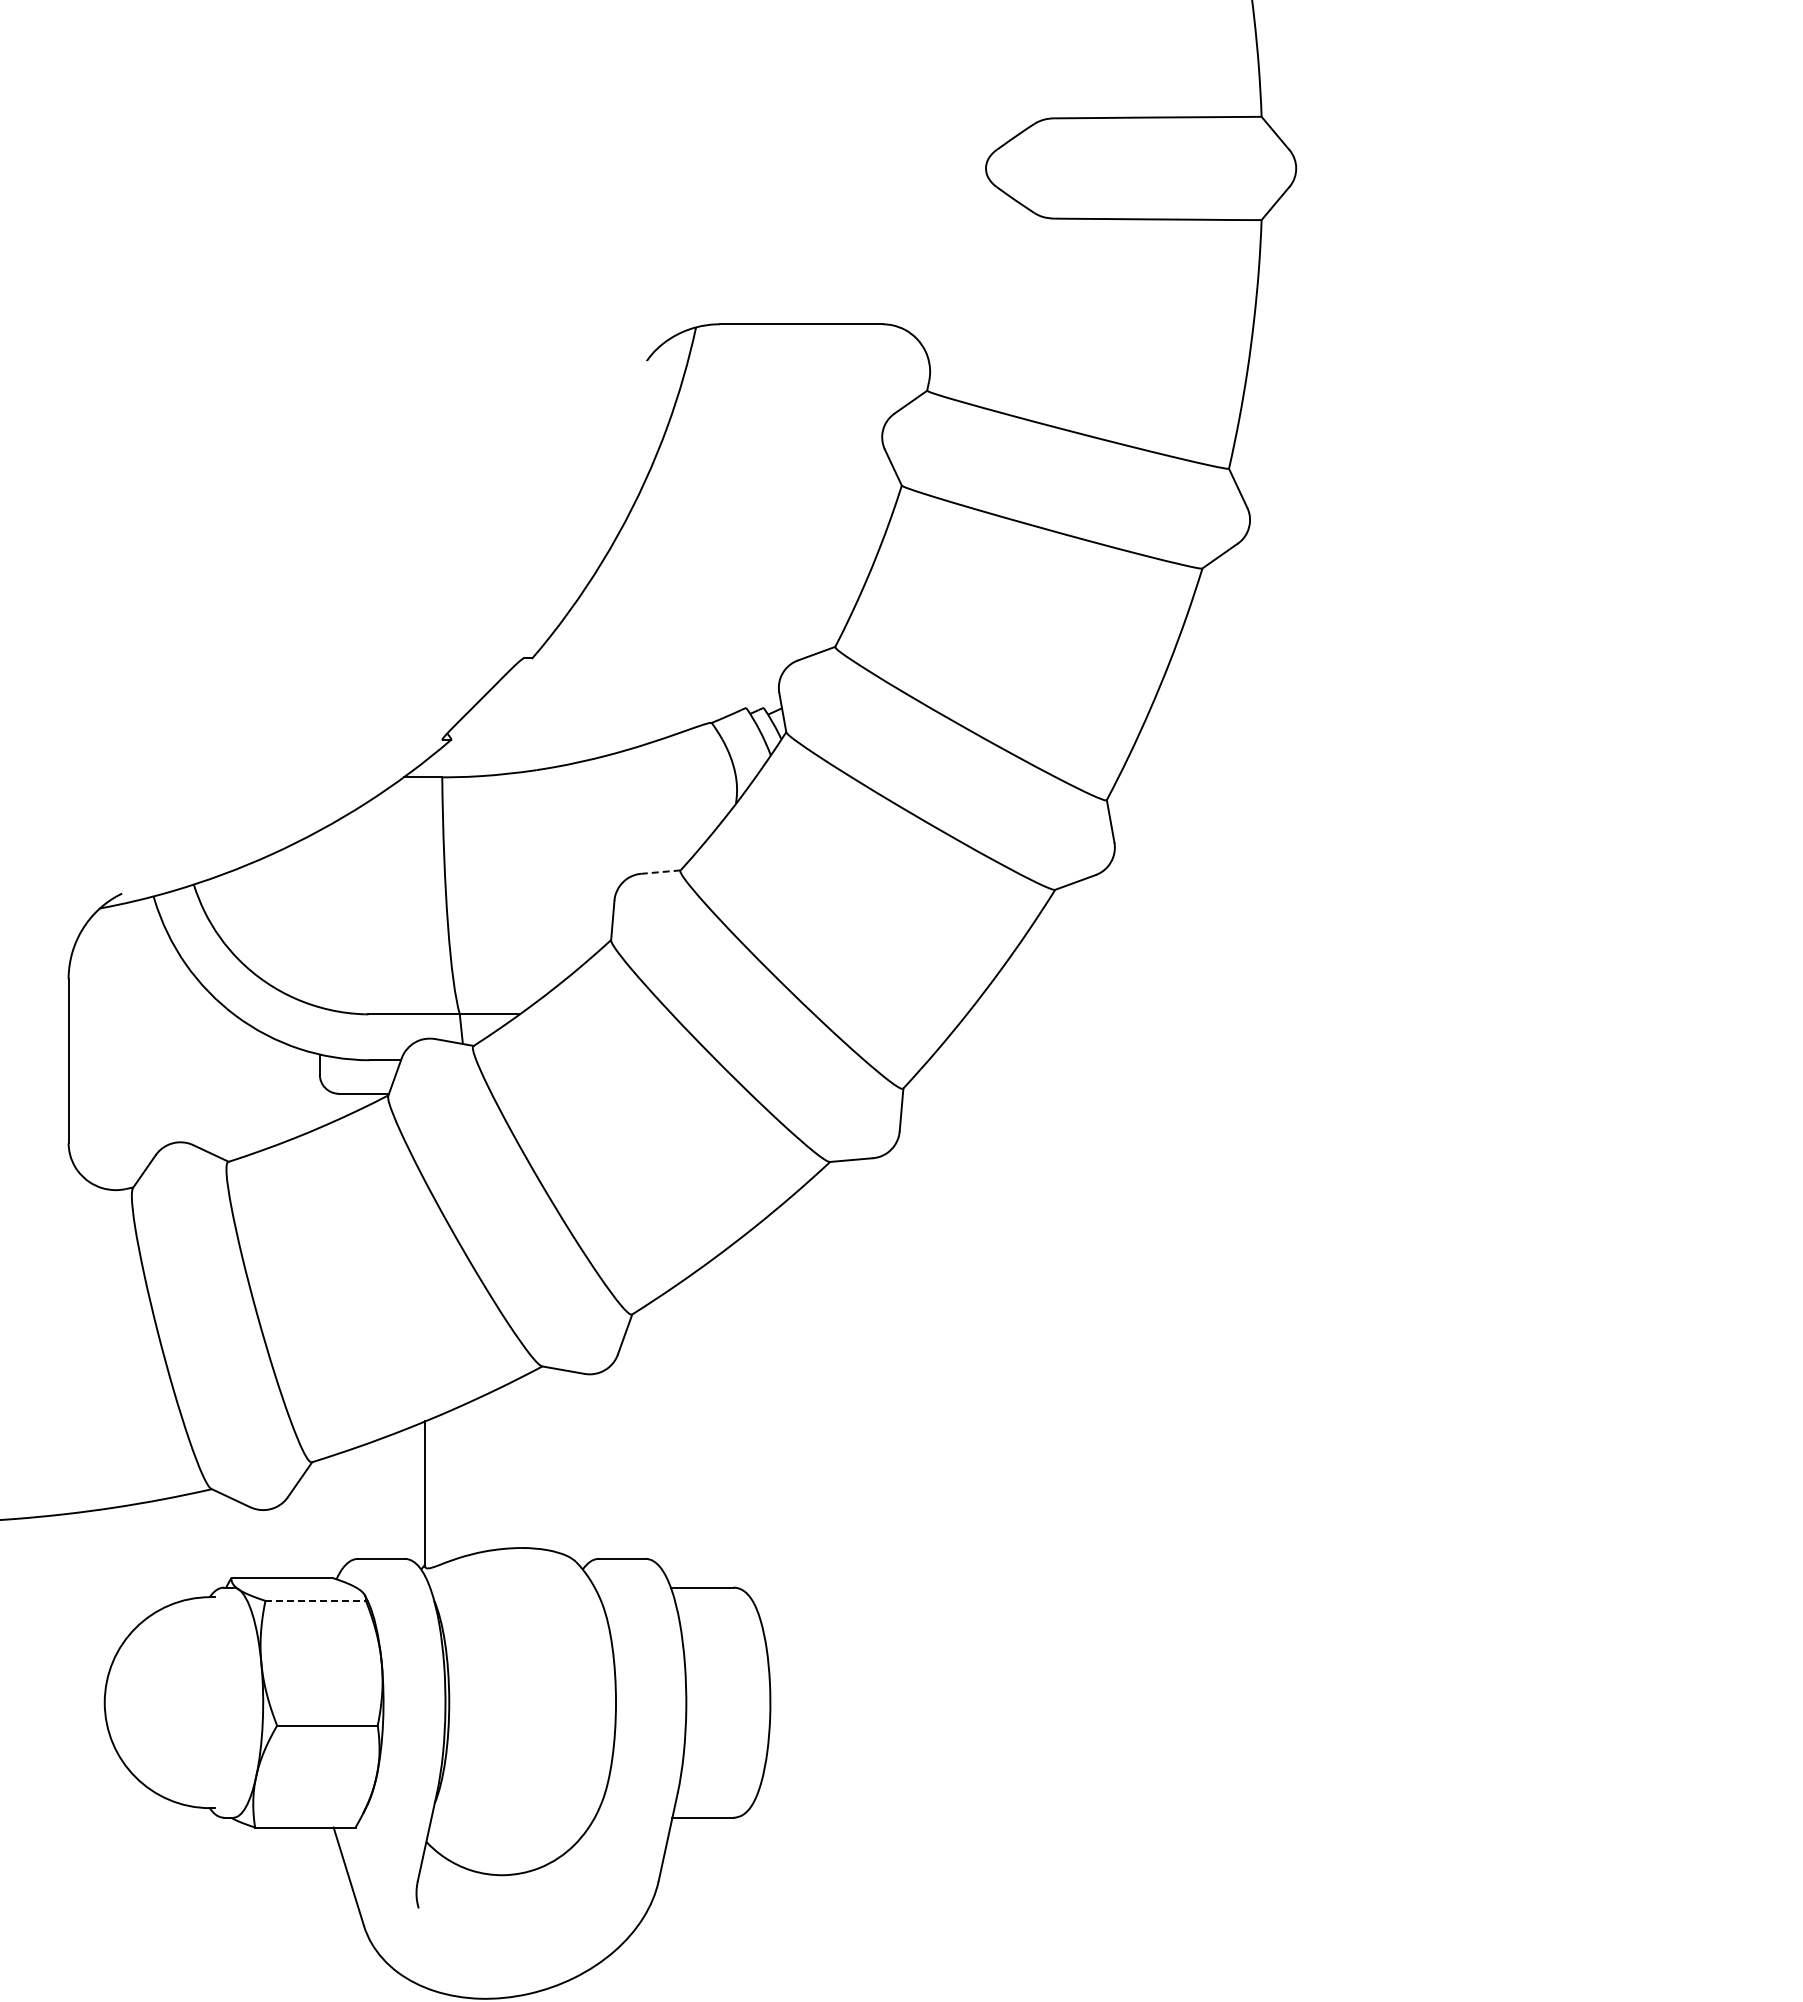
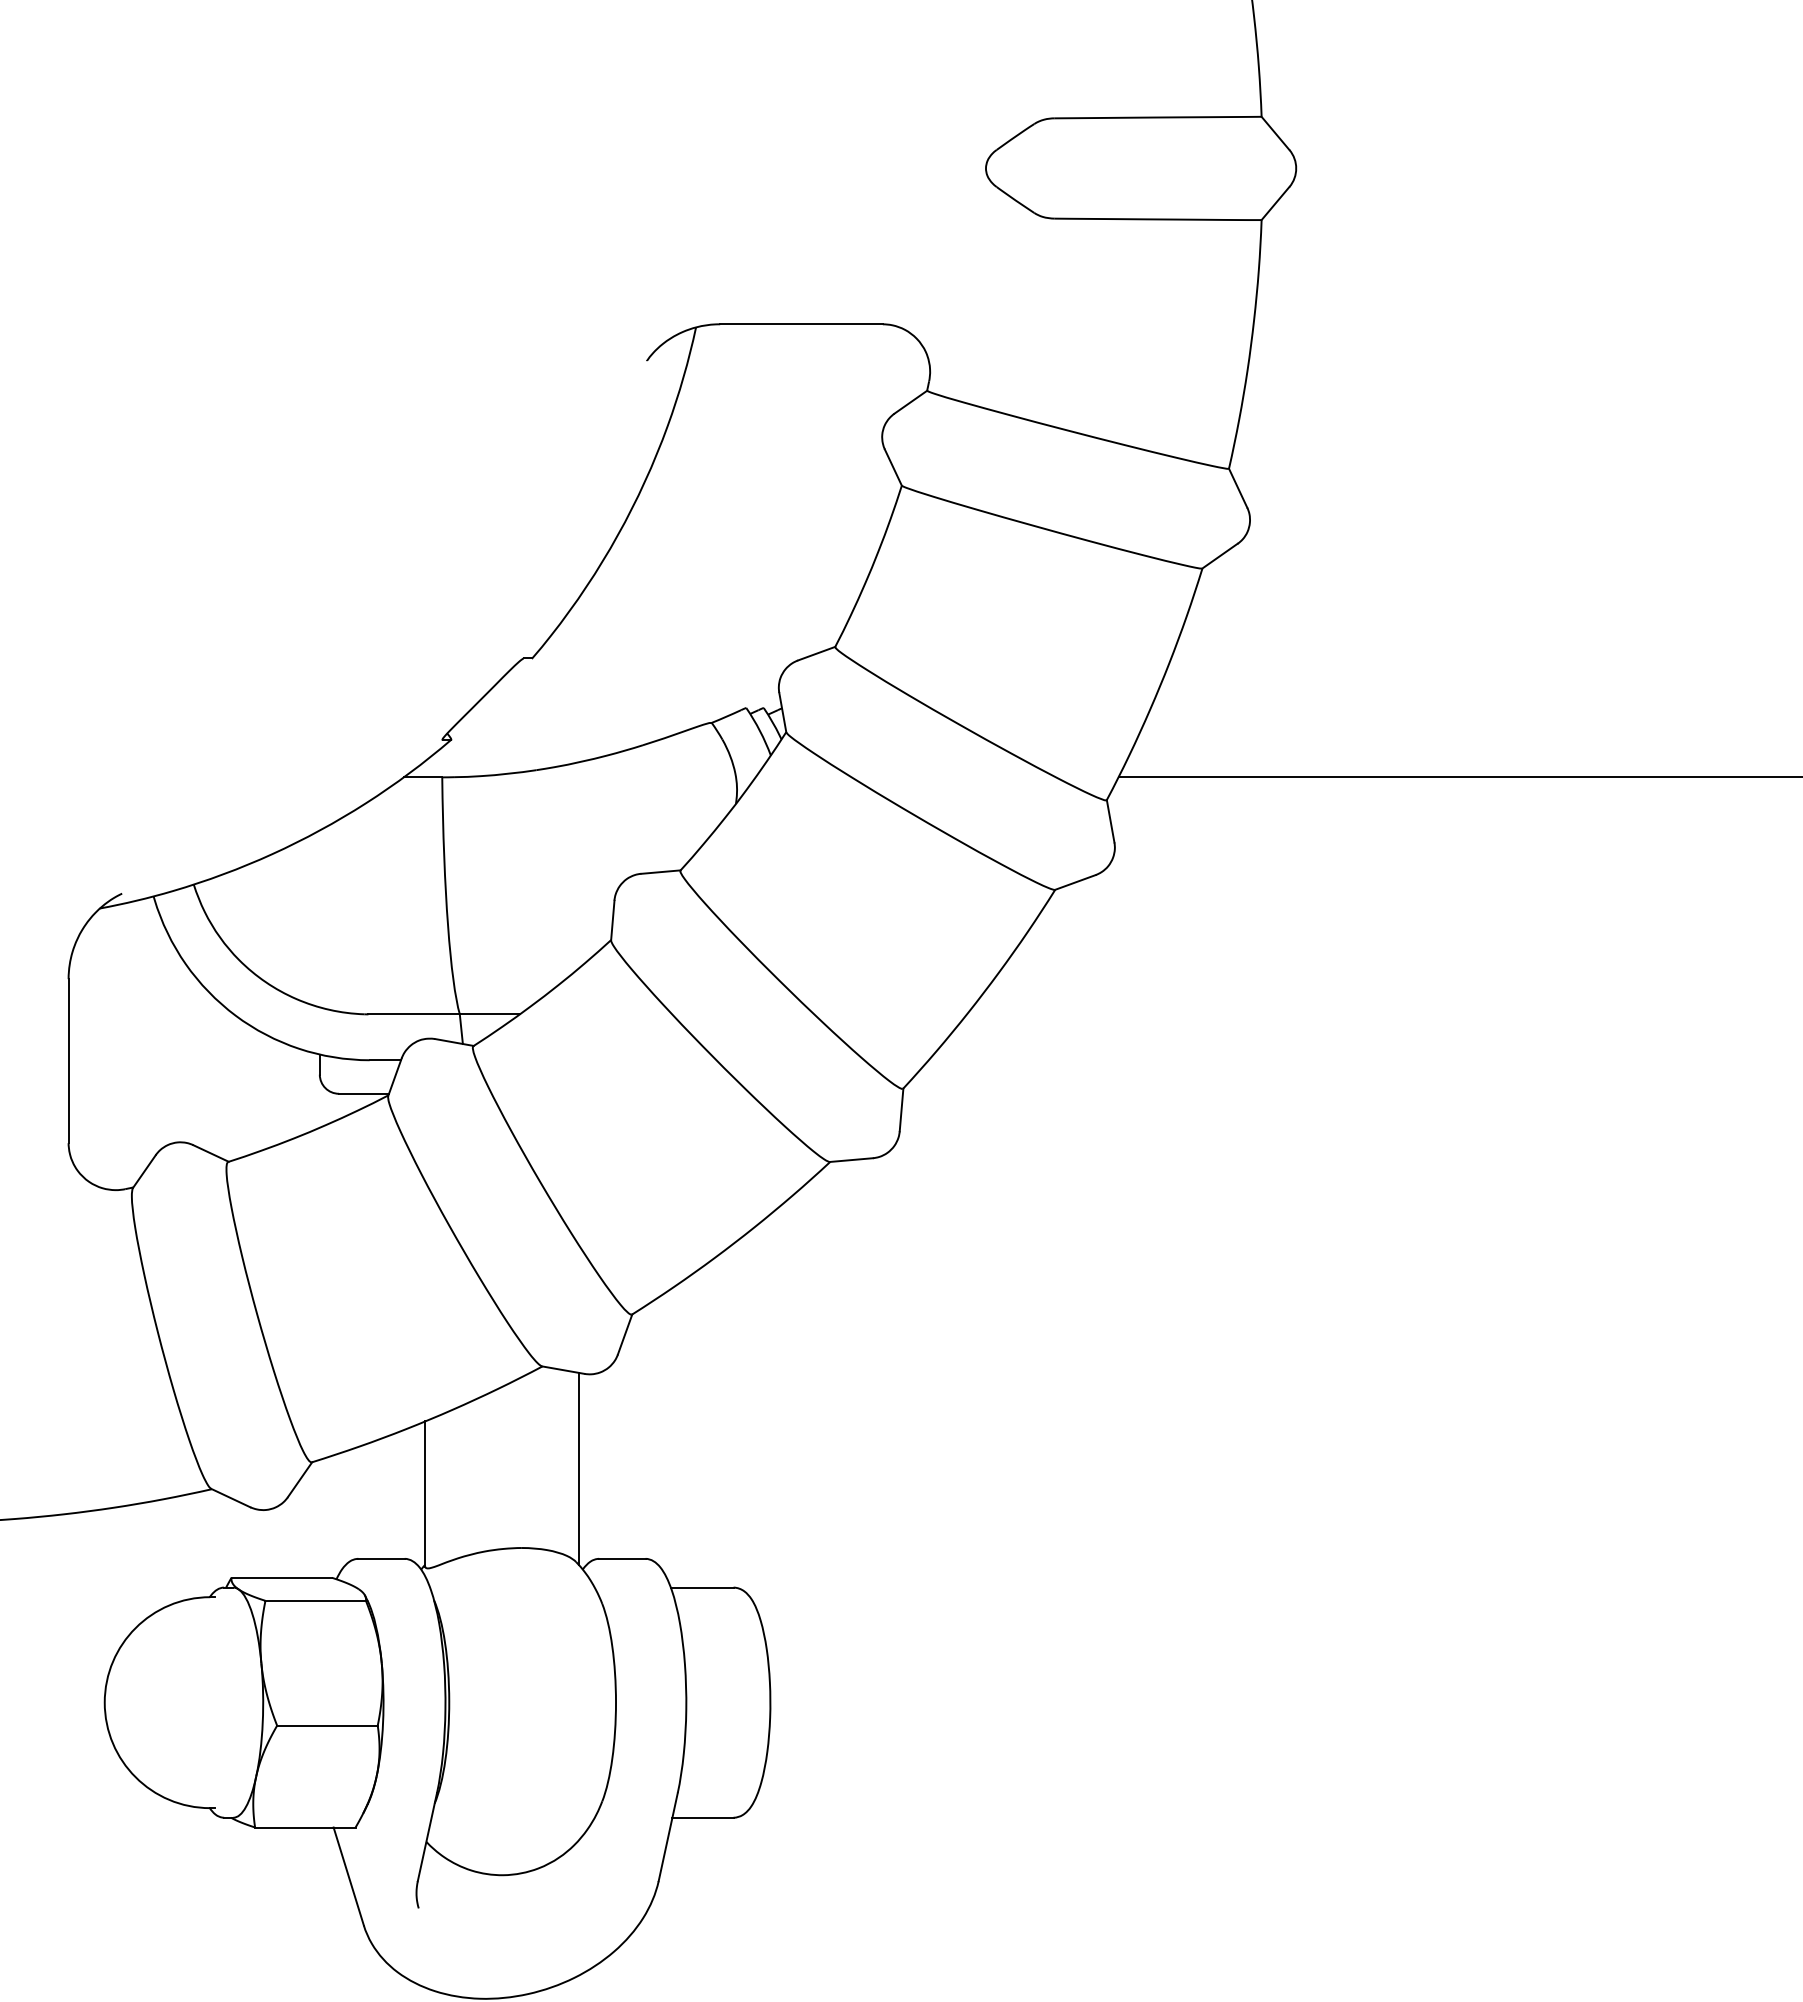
line at (1458, 777): none -> present
line at (660, 872): dashed -> solid
line at (578, 1468): none -> present
line at (316, 1600): dashed -> solid
